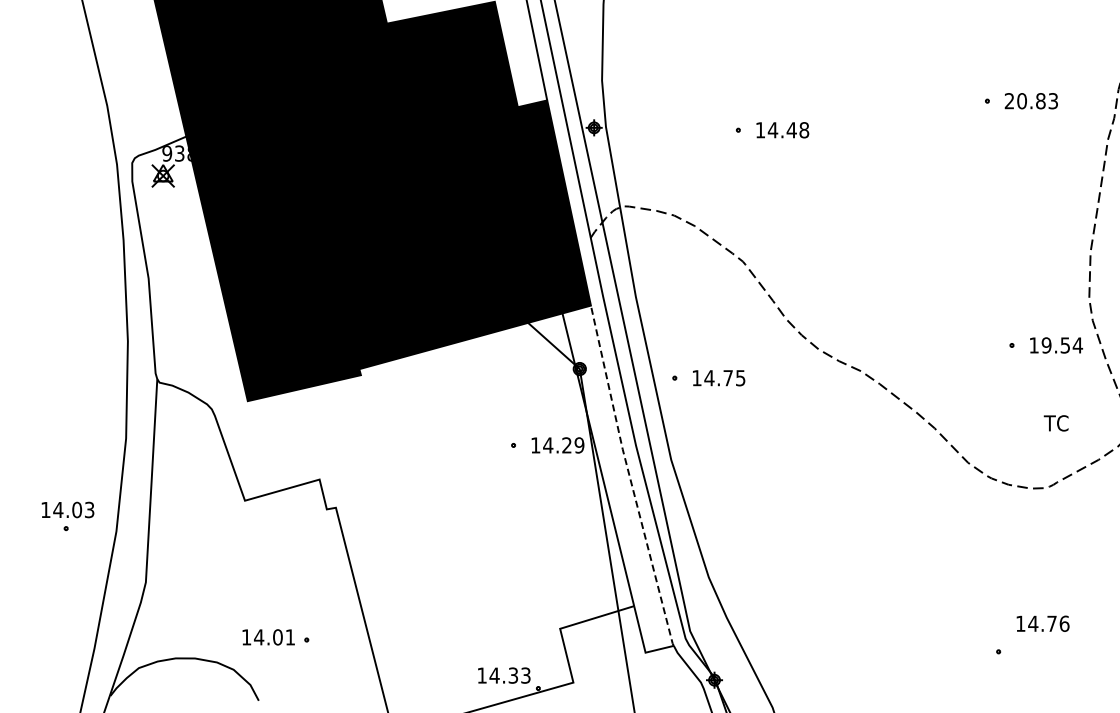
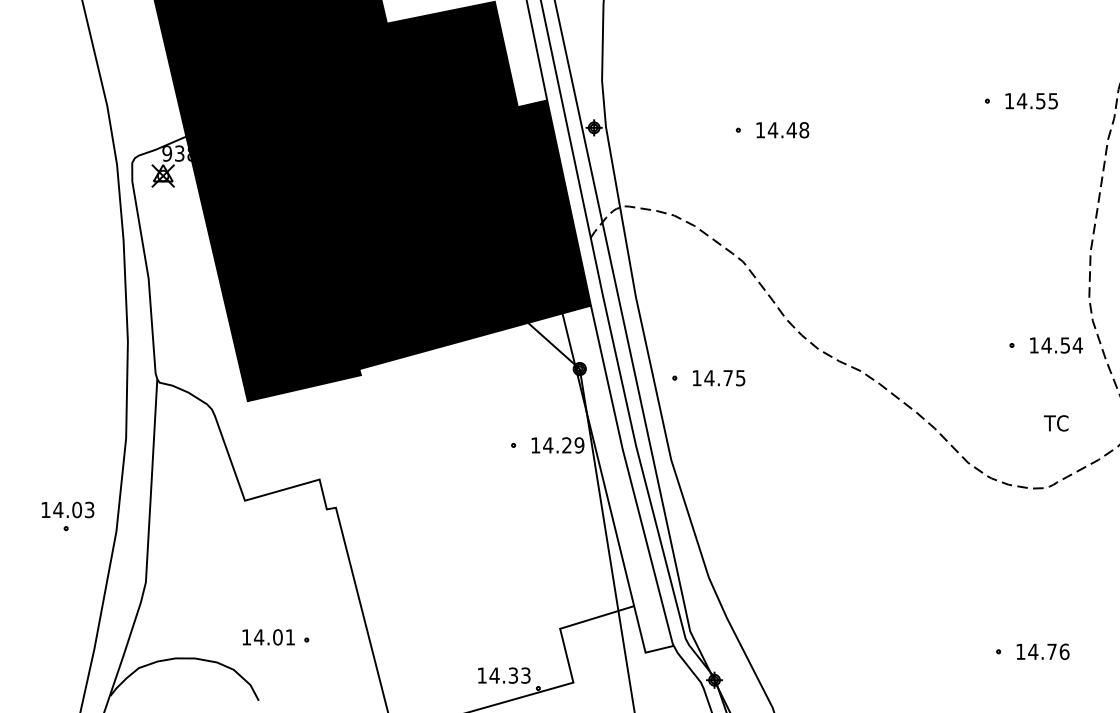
text at (1030, 101): 20.83 -> 14.55
text at (1046, 345): 19.54 -> 14.54
line at (629, 476): dashed -> solid
text at (1042, 623) position: (1042, 623) -> (1042, 651)
